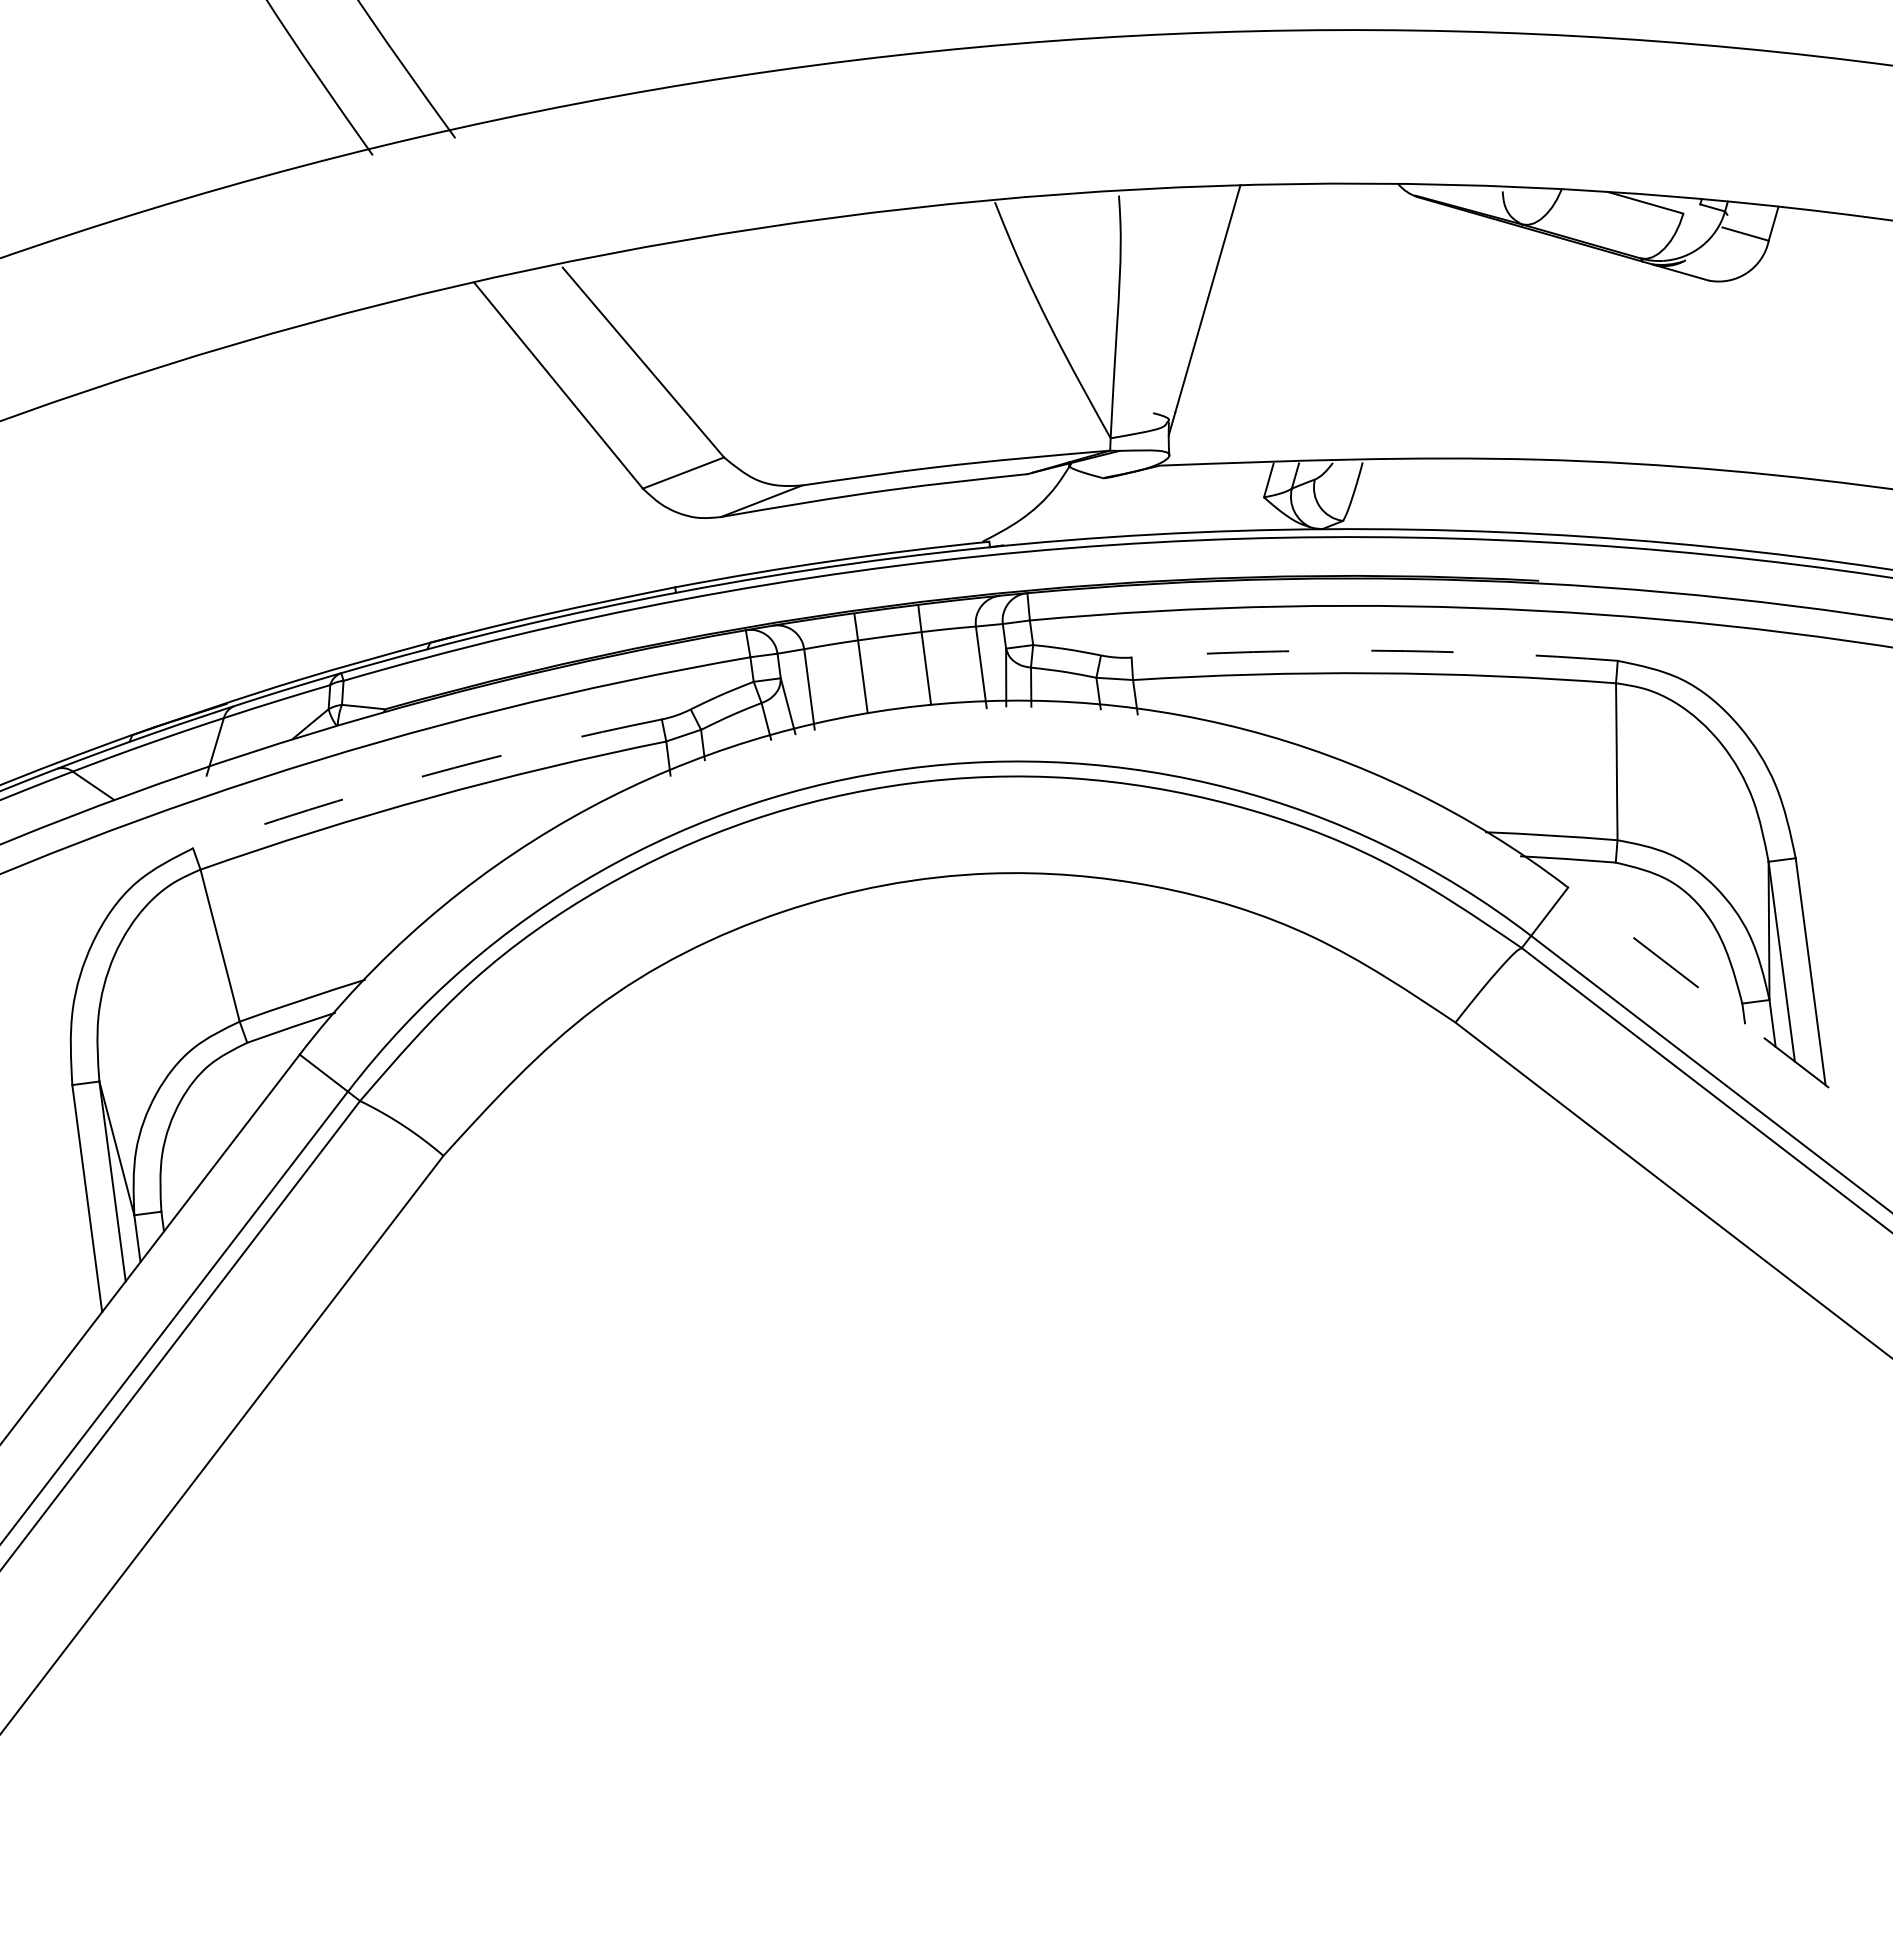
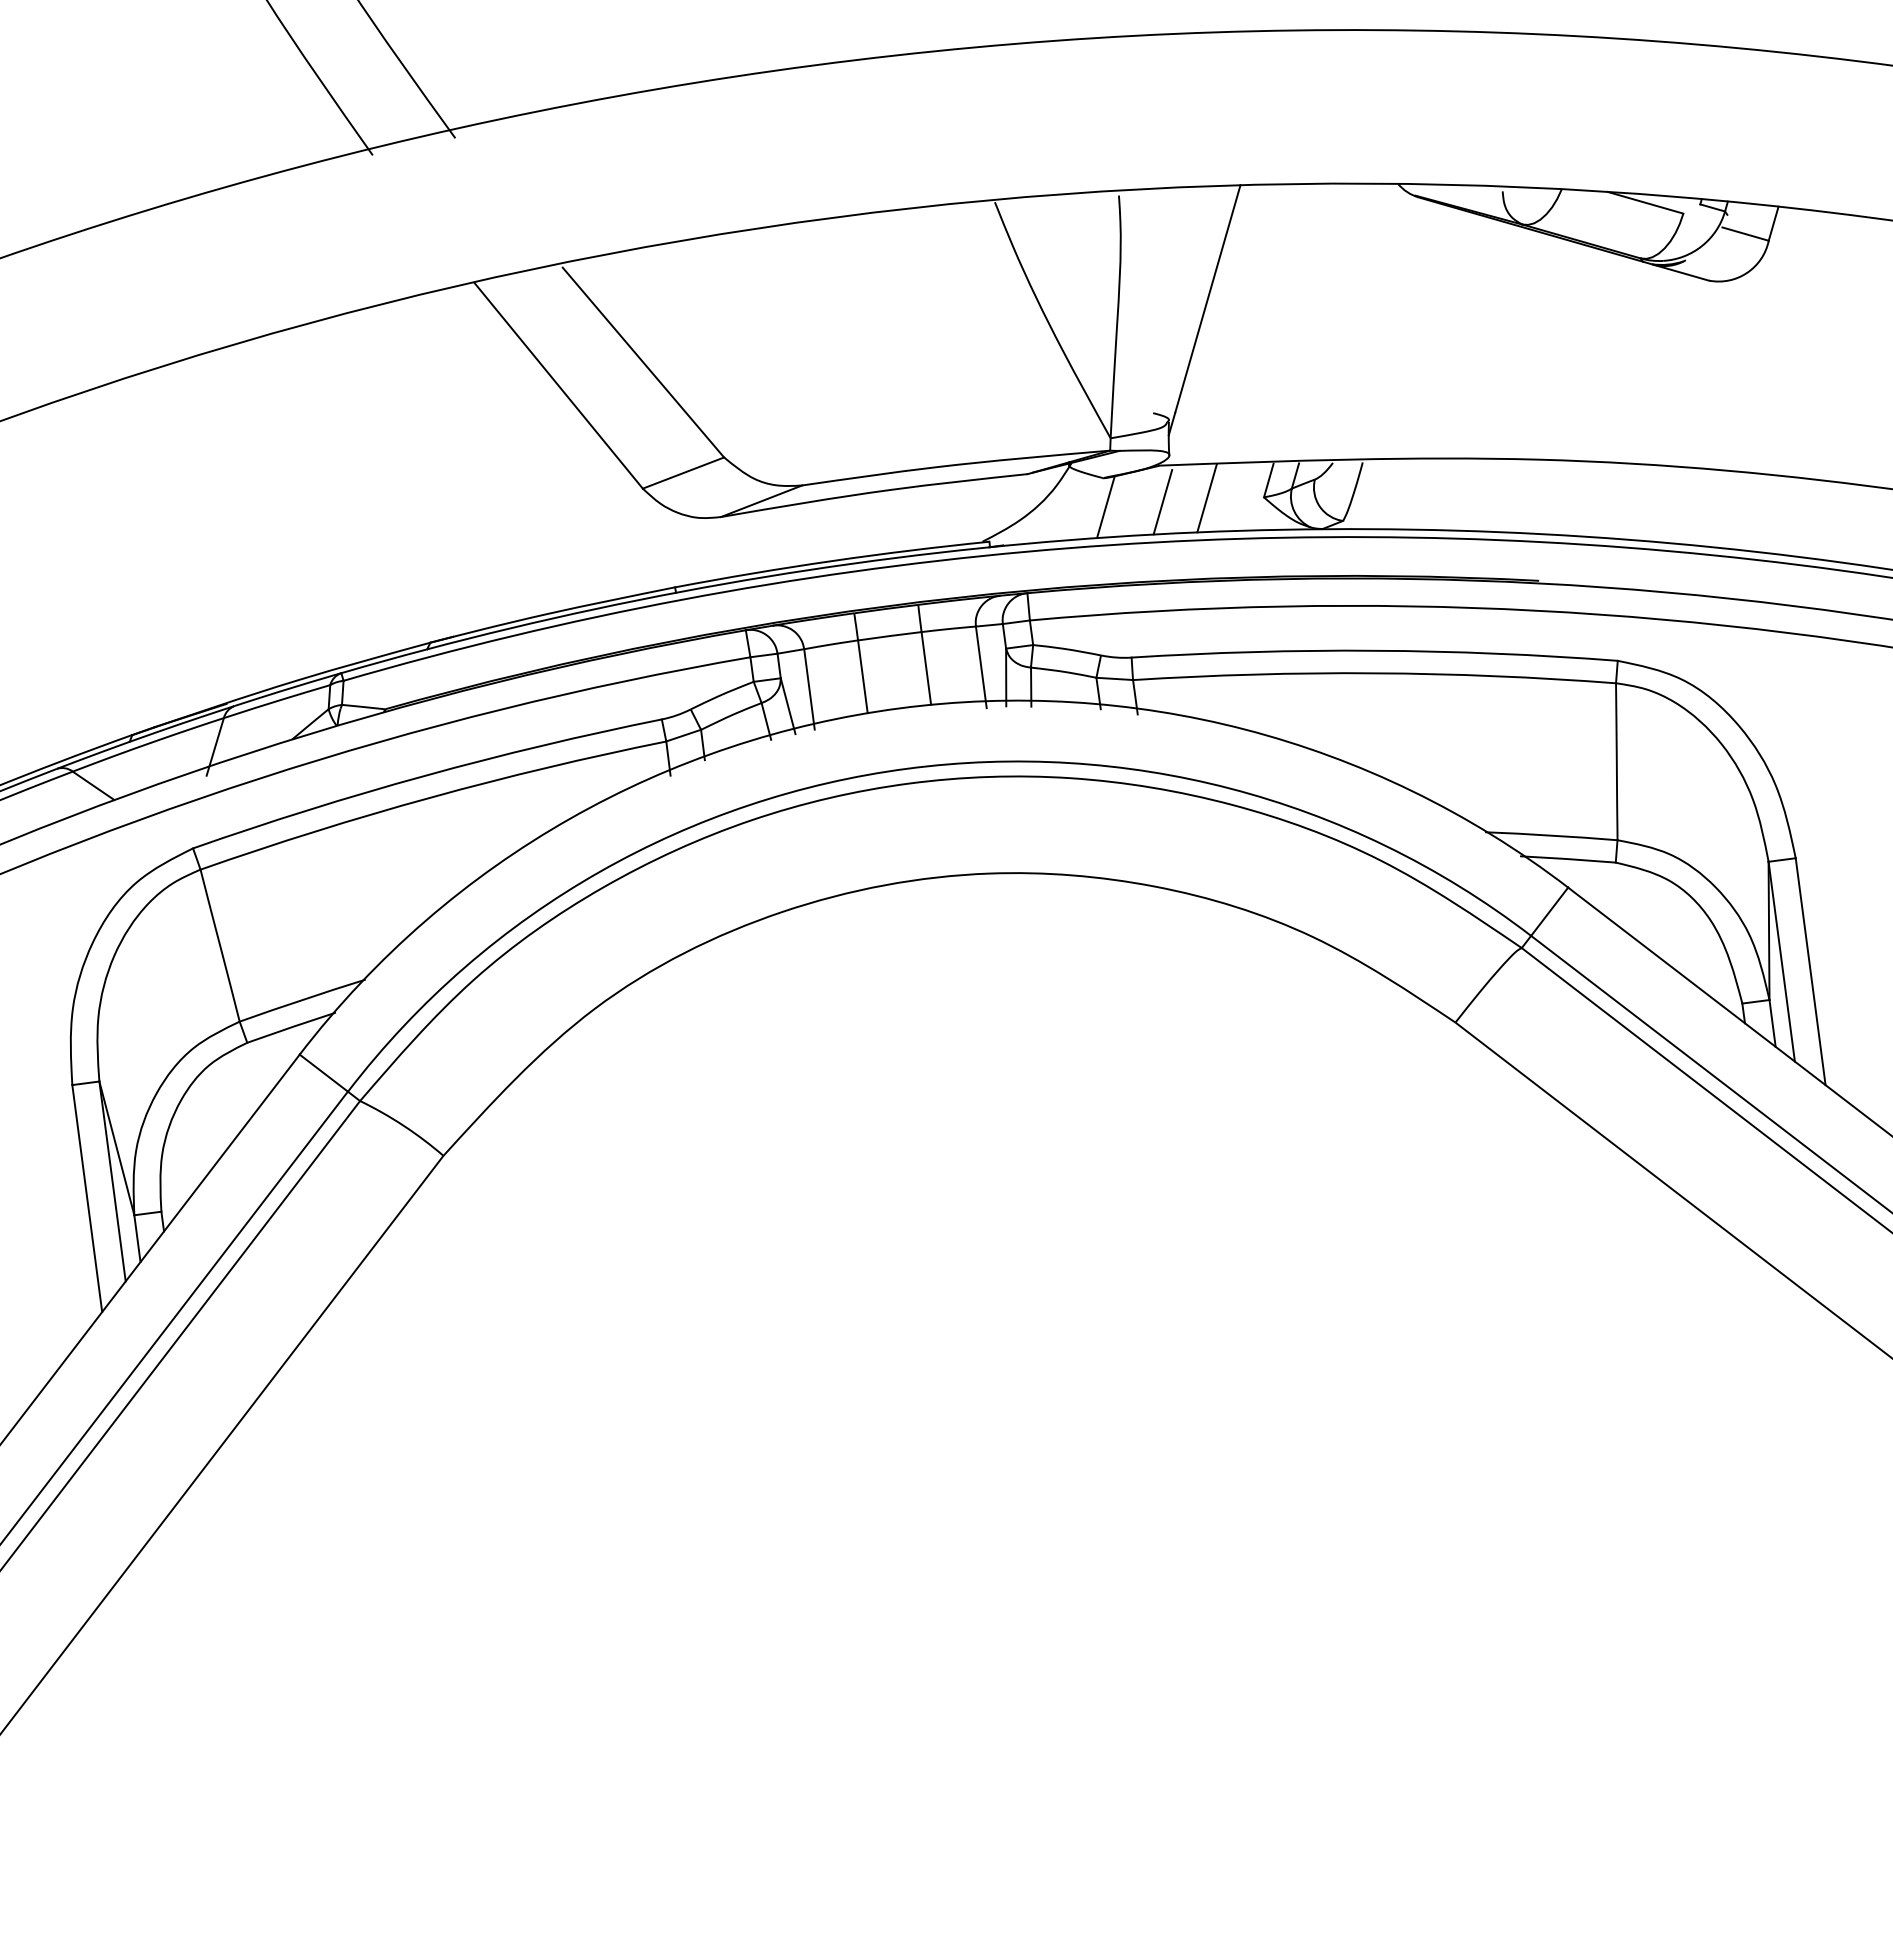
line at (1206, 498): none -> present
line at (1162, 501): none -> present
line at (1105, 507): none -> present
arc at (1374, 650): dashed -> solid
arc at (425, 775): dashed -> solid
line at (1729, 1011): dashed -> solid
